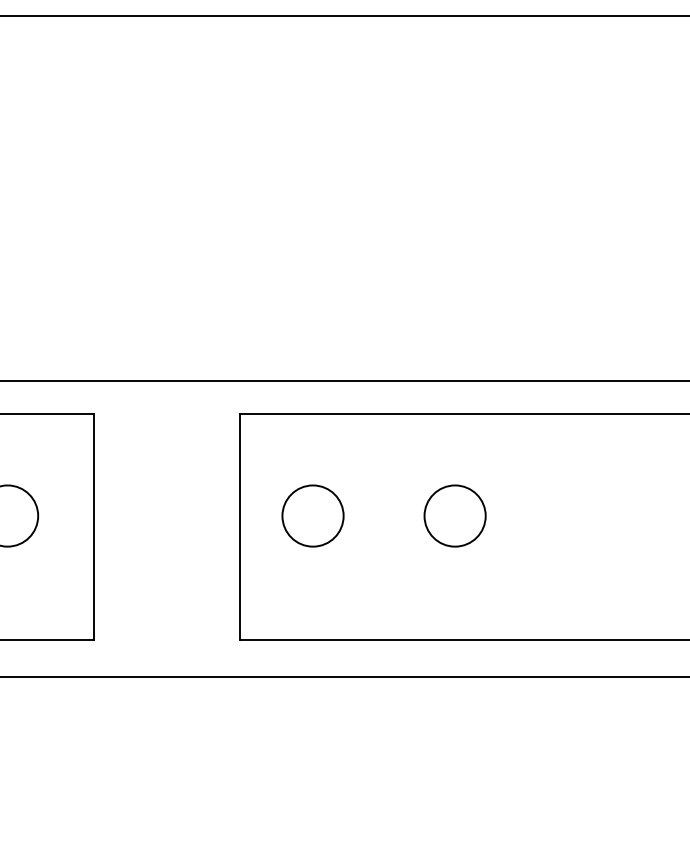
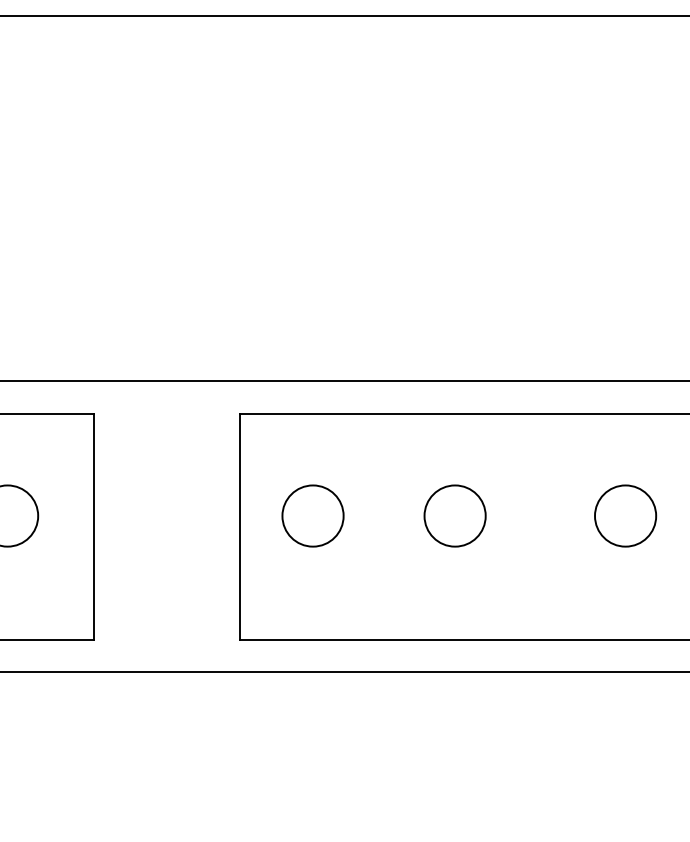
circle at (625, 515): none -> present
line at (344, 677) position: (344, 677) -> (344, 672)
